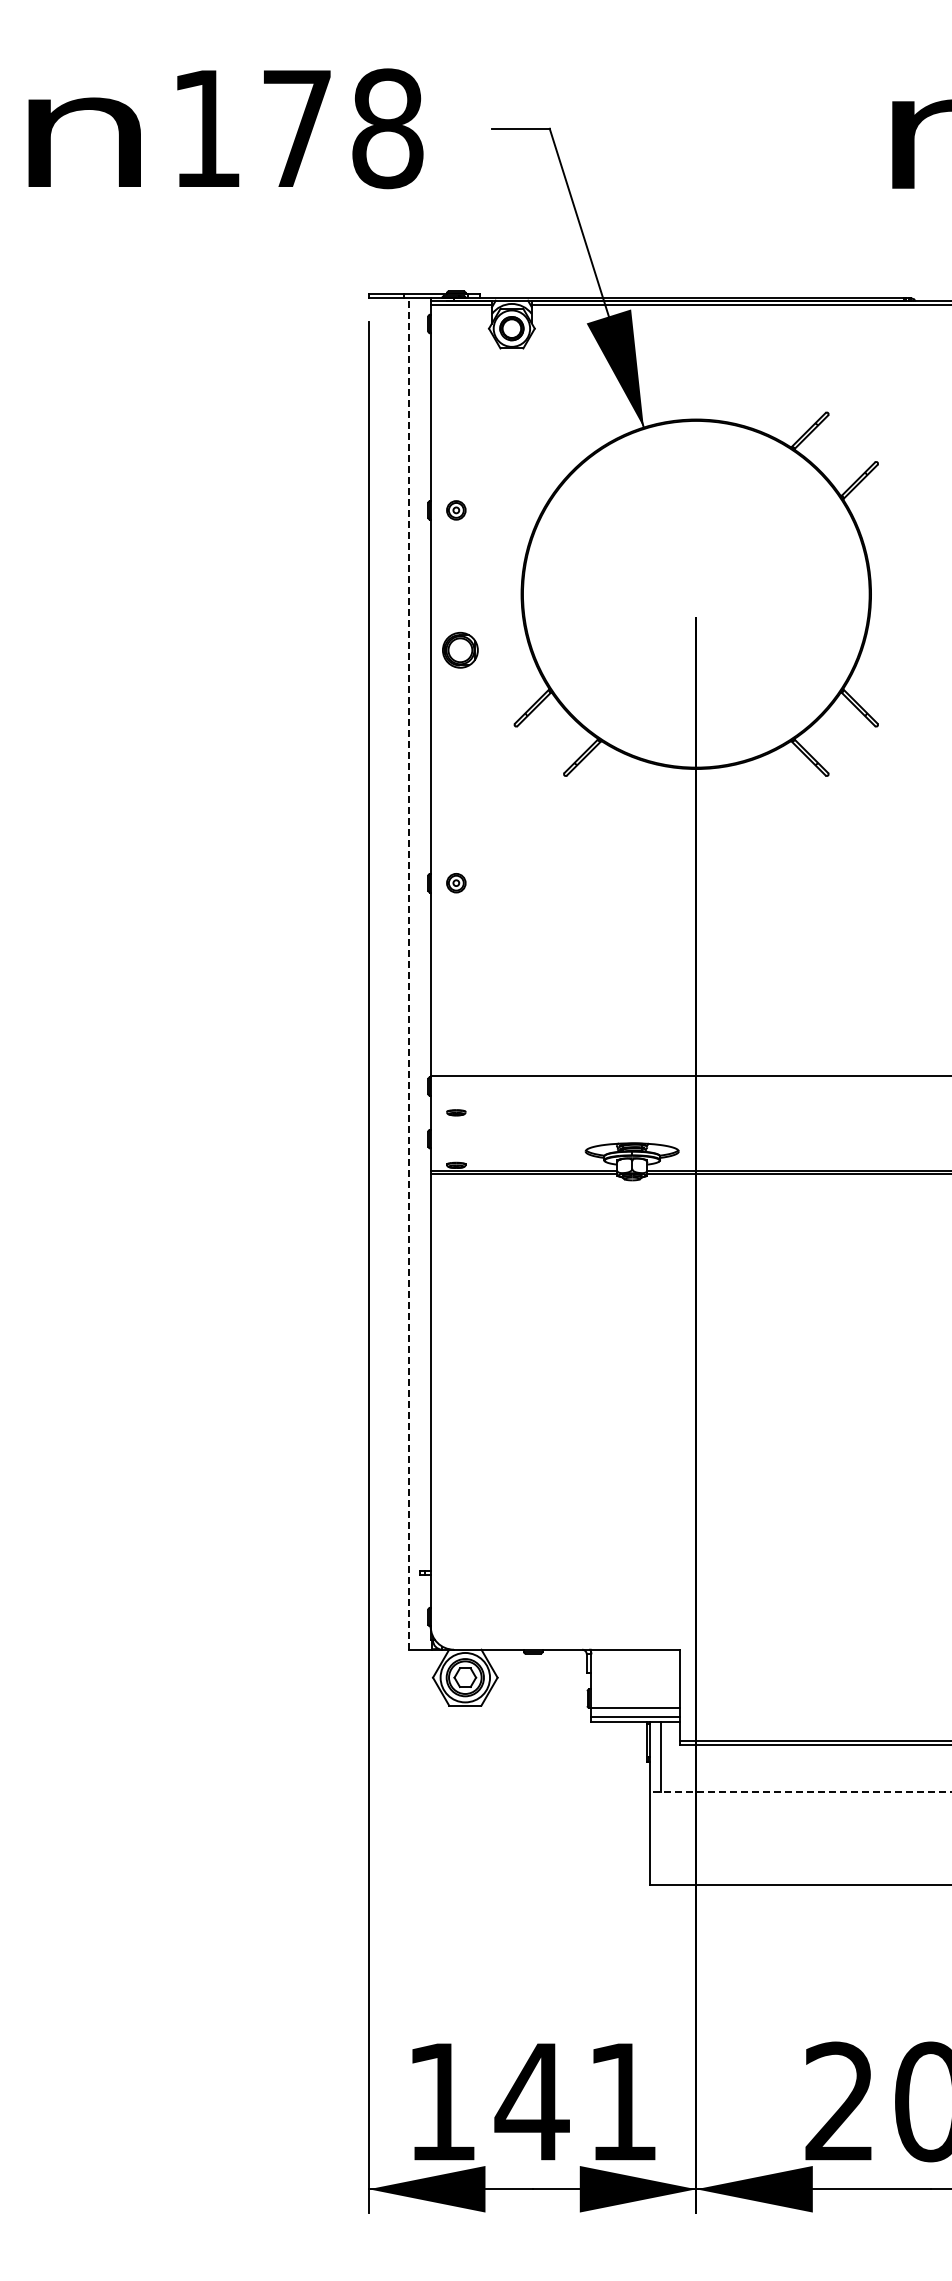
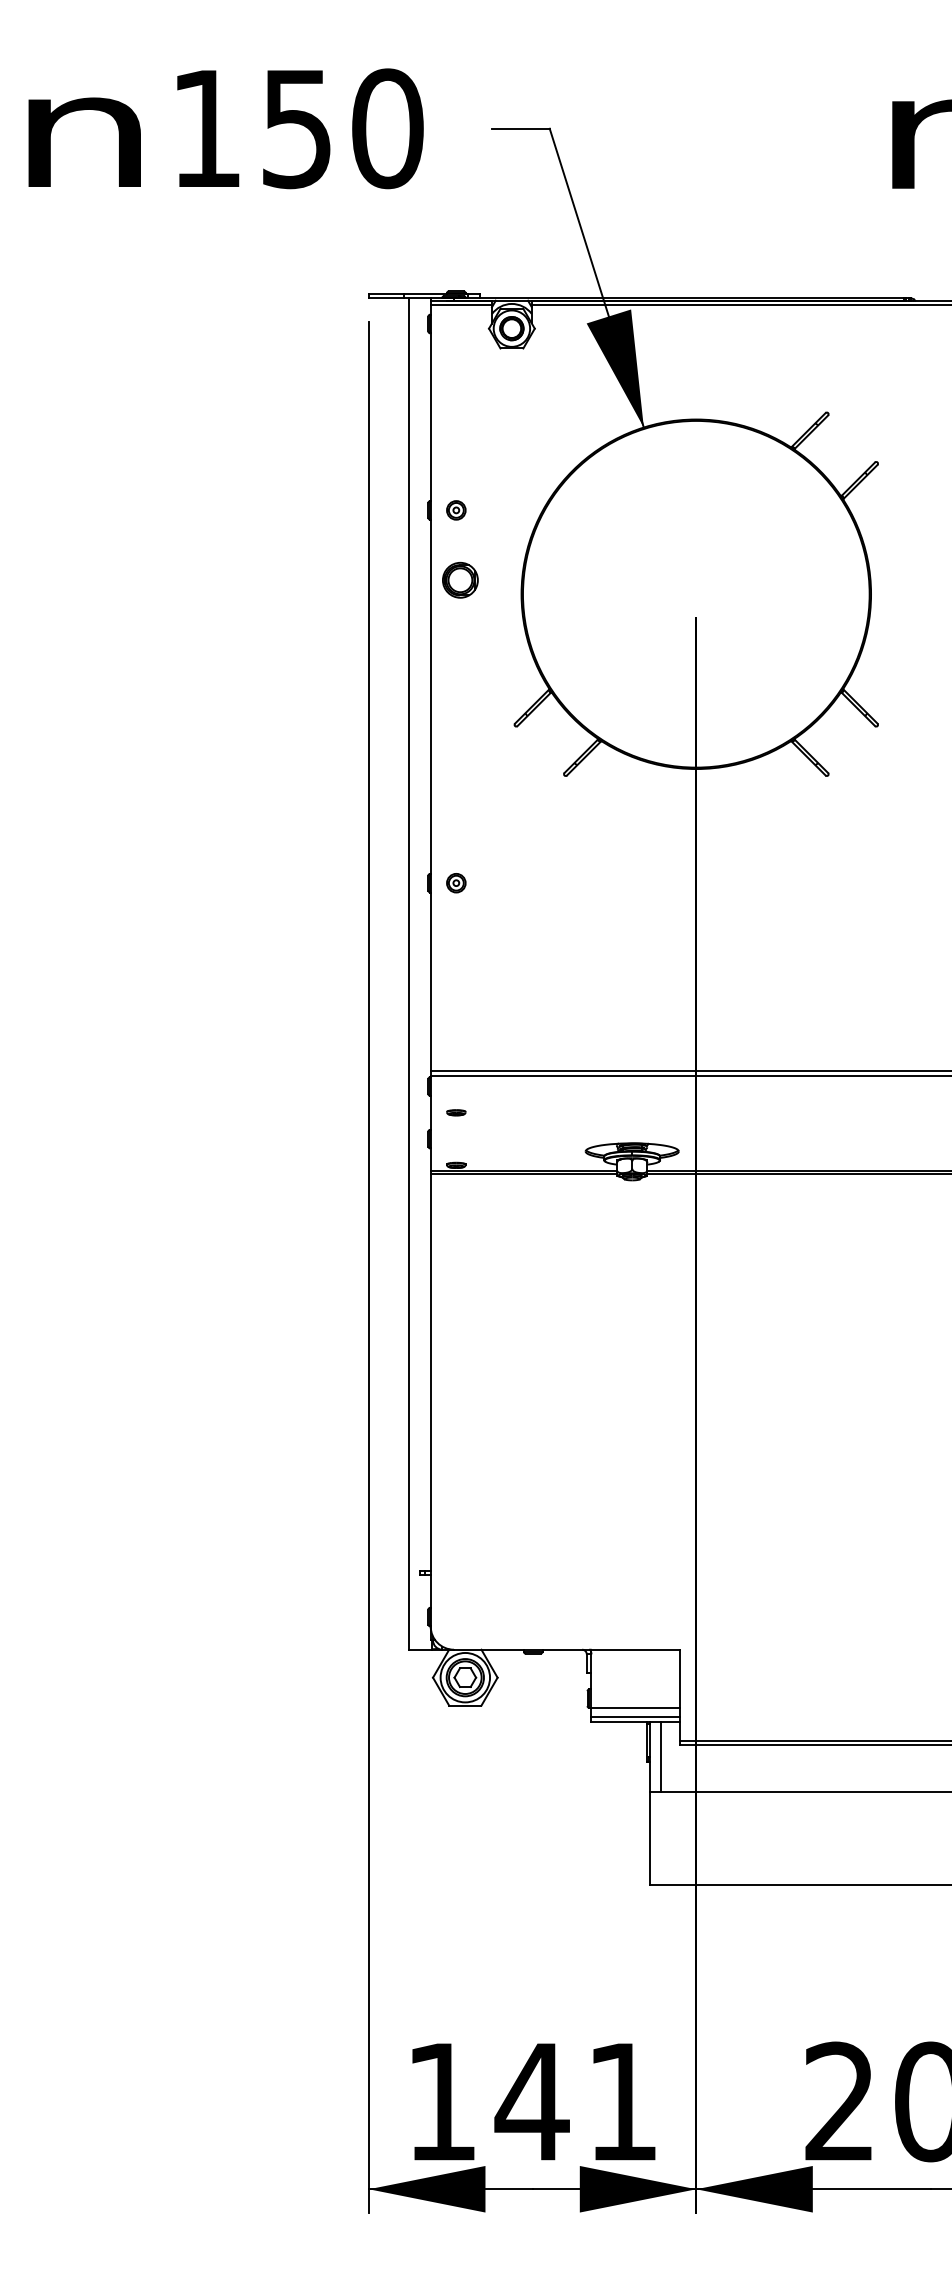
text at (343, 128): 178 -> 150
part at (460, 649) position: (460, 649) -> (460, 579)
line at (408, 974): dashed -> solid
line at (689, 1071): none -> present
line at (800, 1791): dashed -> solid
